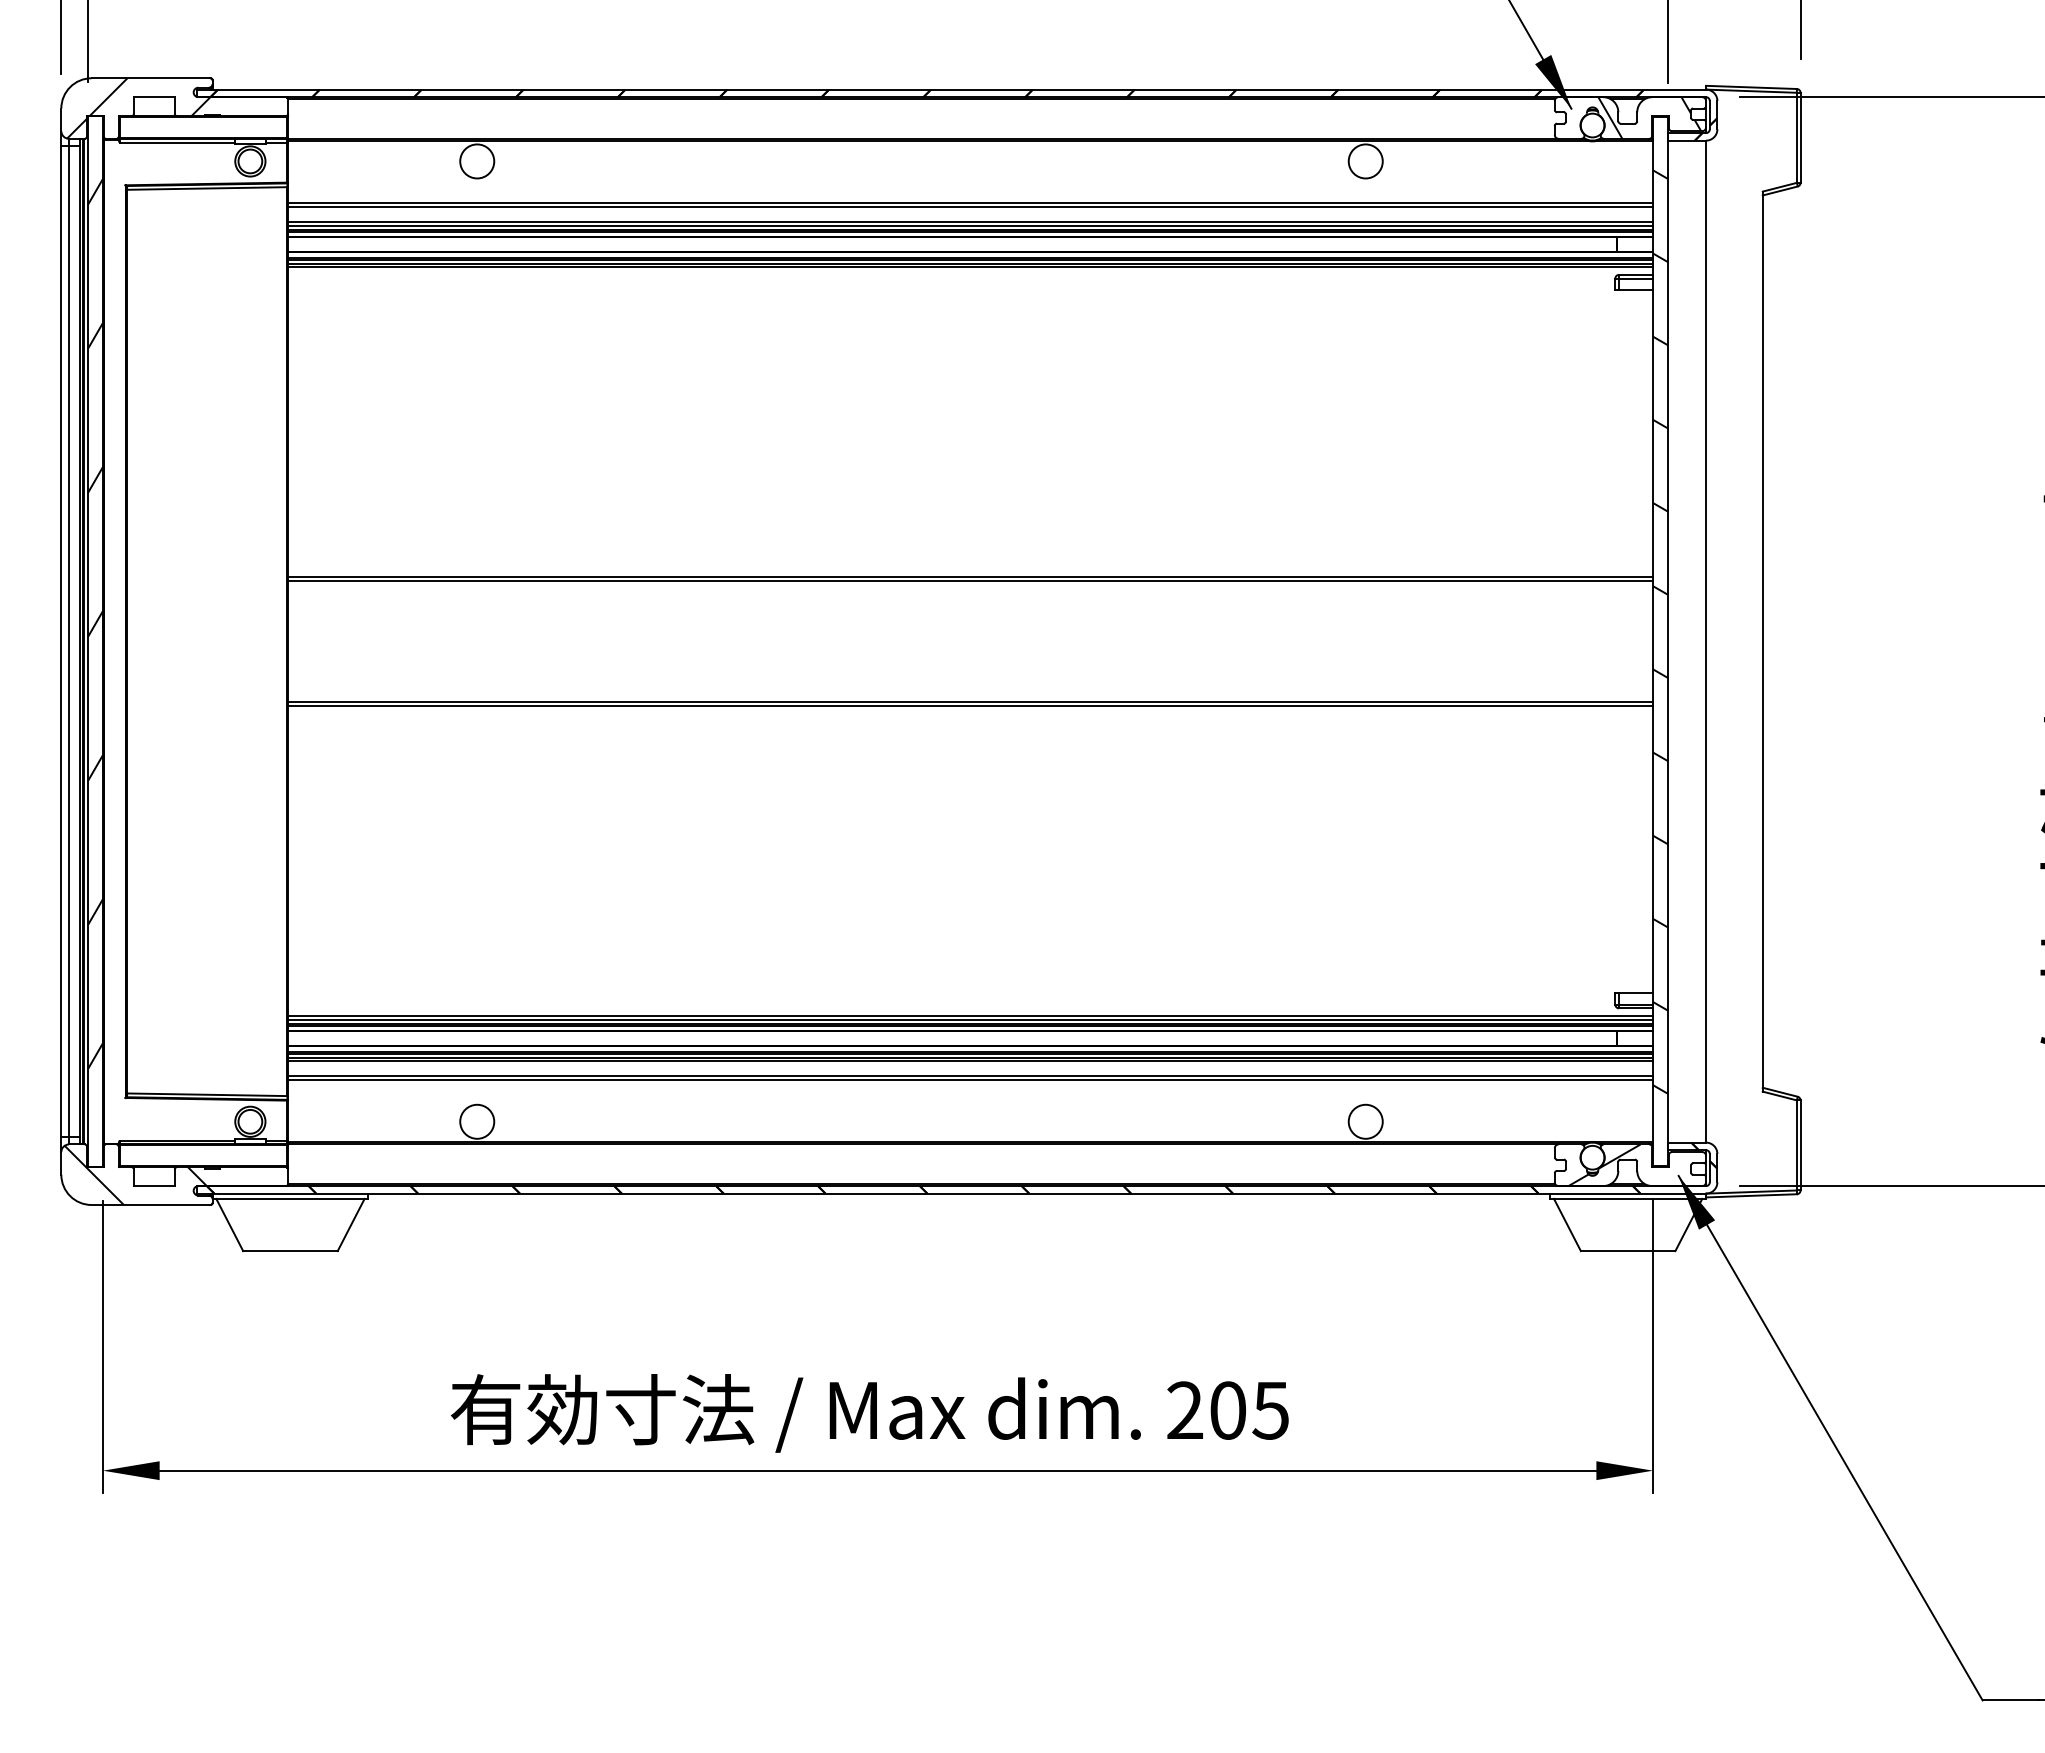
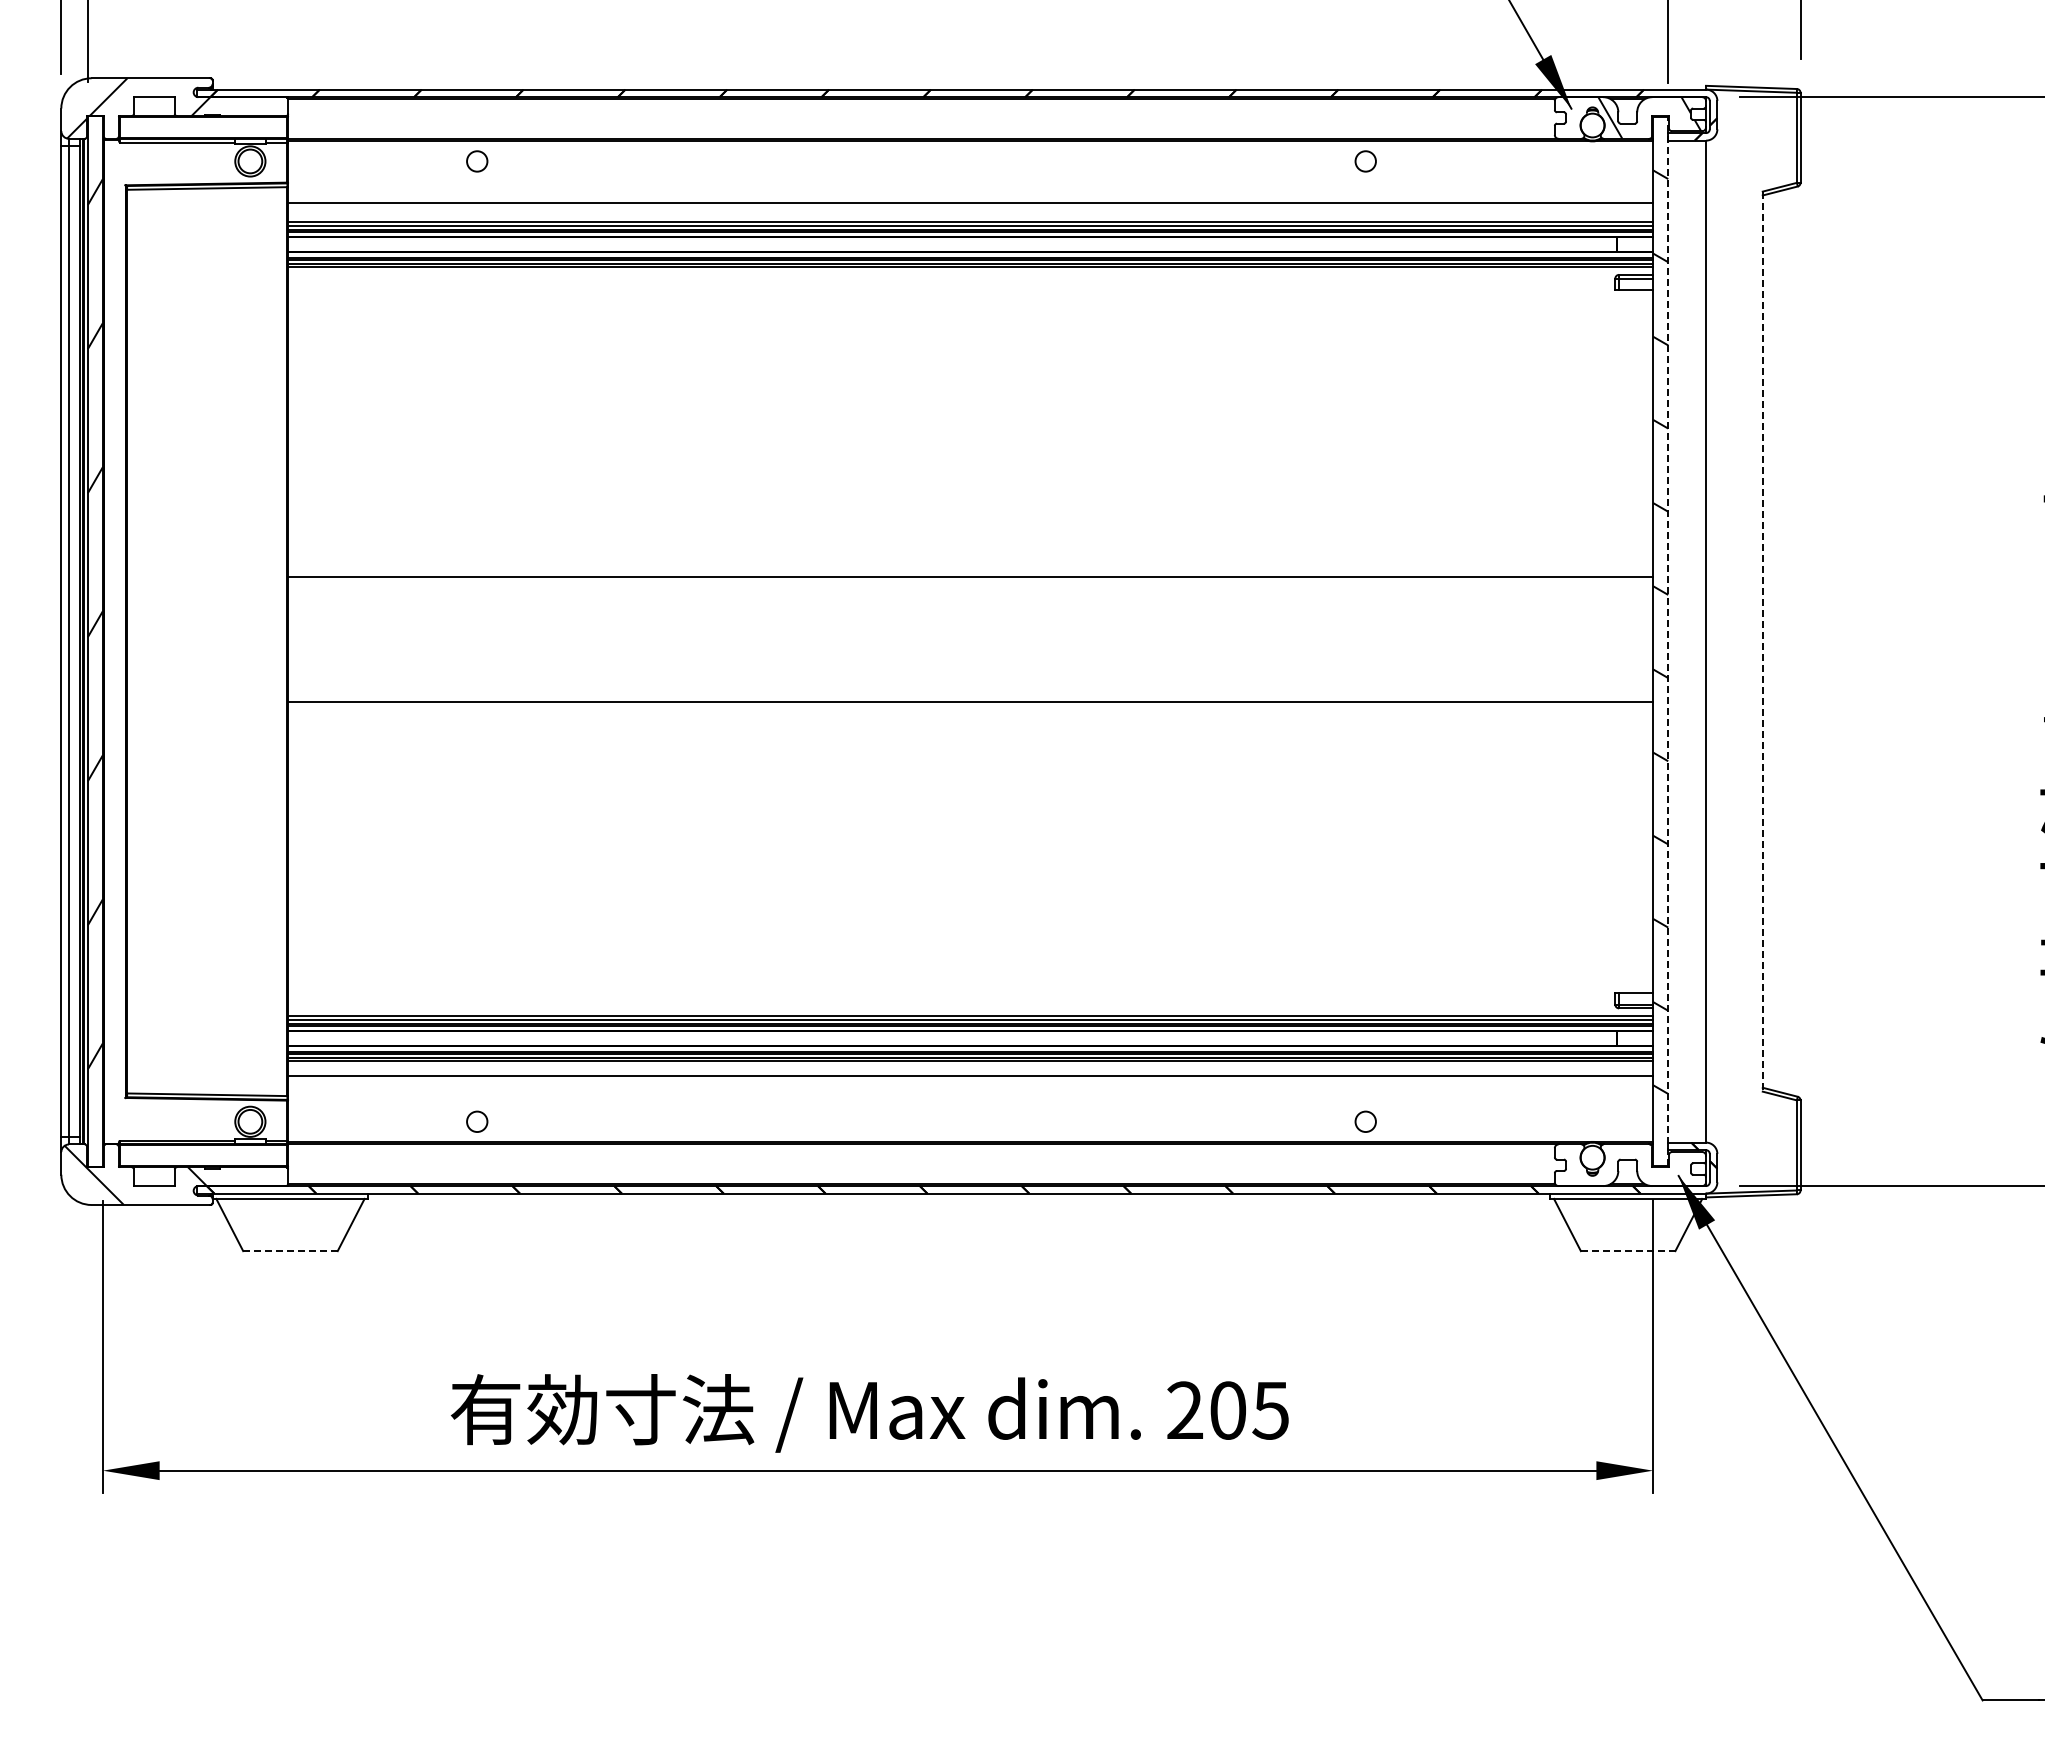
circle at (477, 161) diameter: 34 px -> 20 px
circle at (1365, 161) diameter: 34 px -> 20 px
line at (970, 206): present -> none
line at (970, 581): present -> none
line at (1668, 641): solid -> dashed
line at (1762, 642): solid -> dashed
line at (970, 705): present -> none
line at (970, 1080): present -> none
circle at (477, 1121) diameter: 34 px -> 20 px
circle at (1365, 1121) diameter: 34 px -> 20 px
hatch at (1604, 1165): present -> none
line at (290, 1251): solid -> dashed
line at (1628, 1251): solid -> dashed
